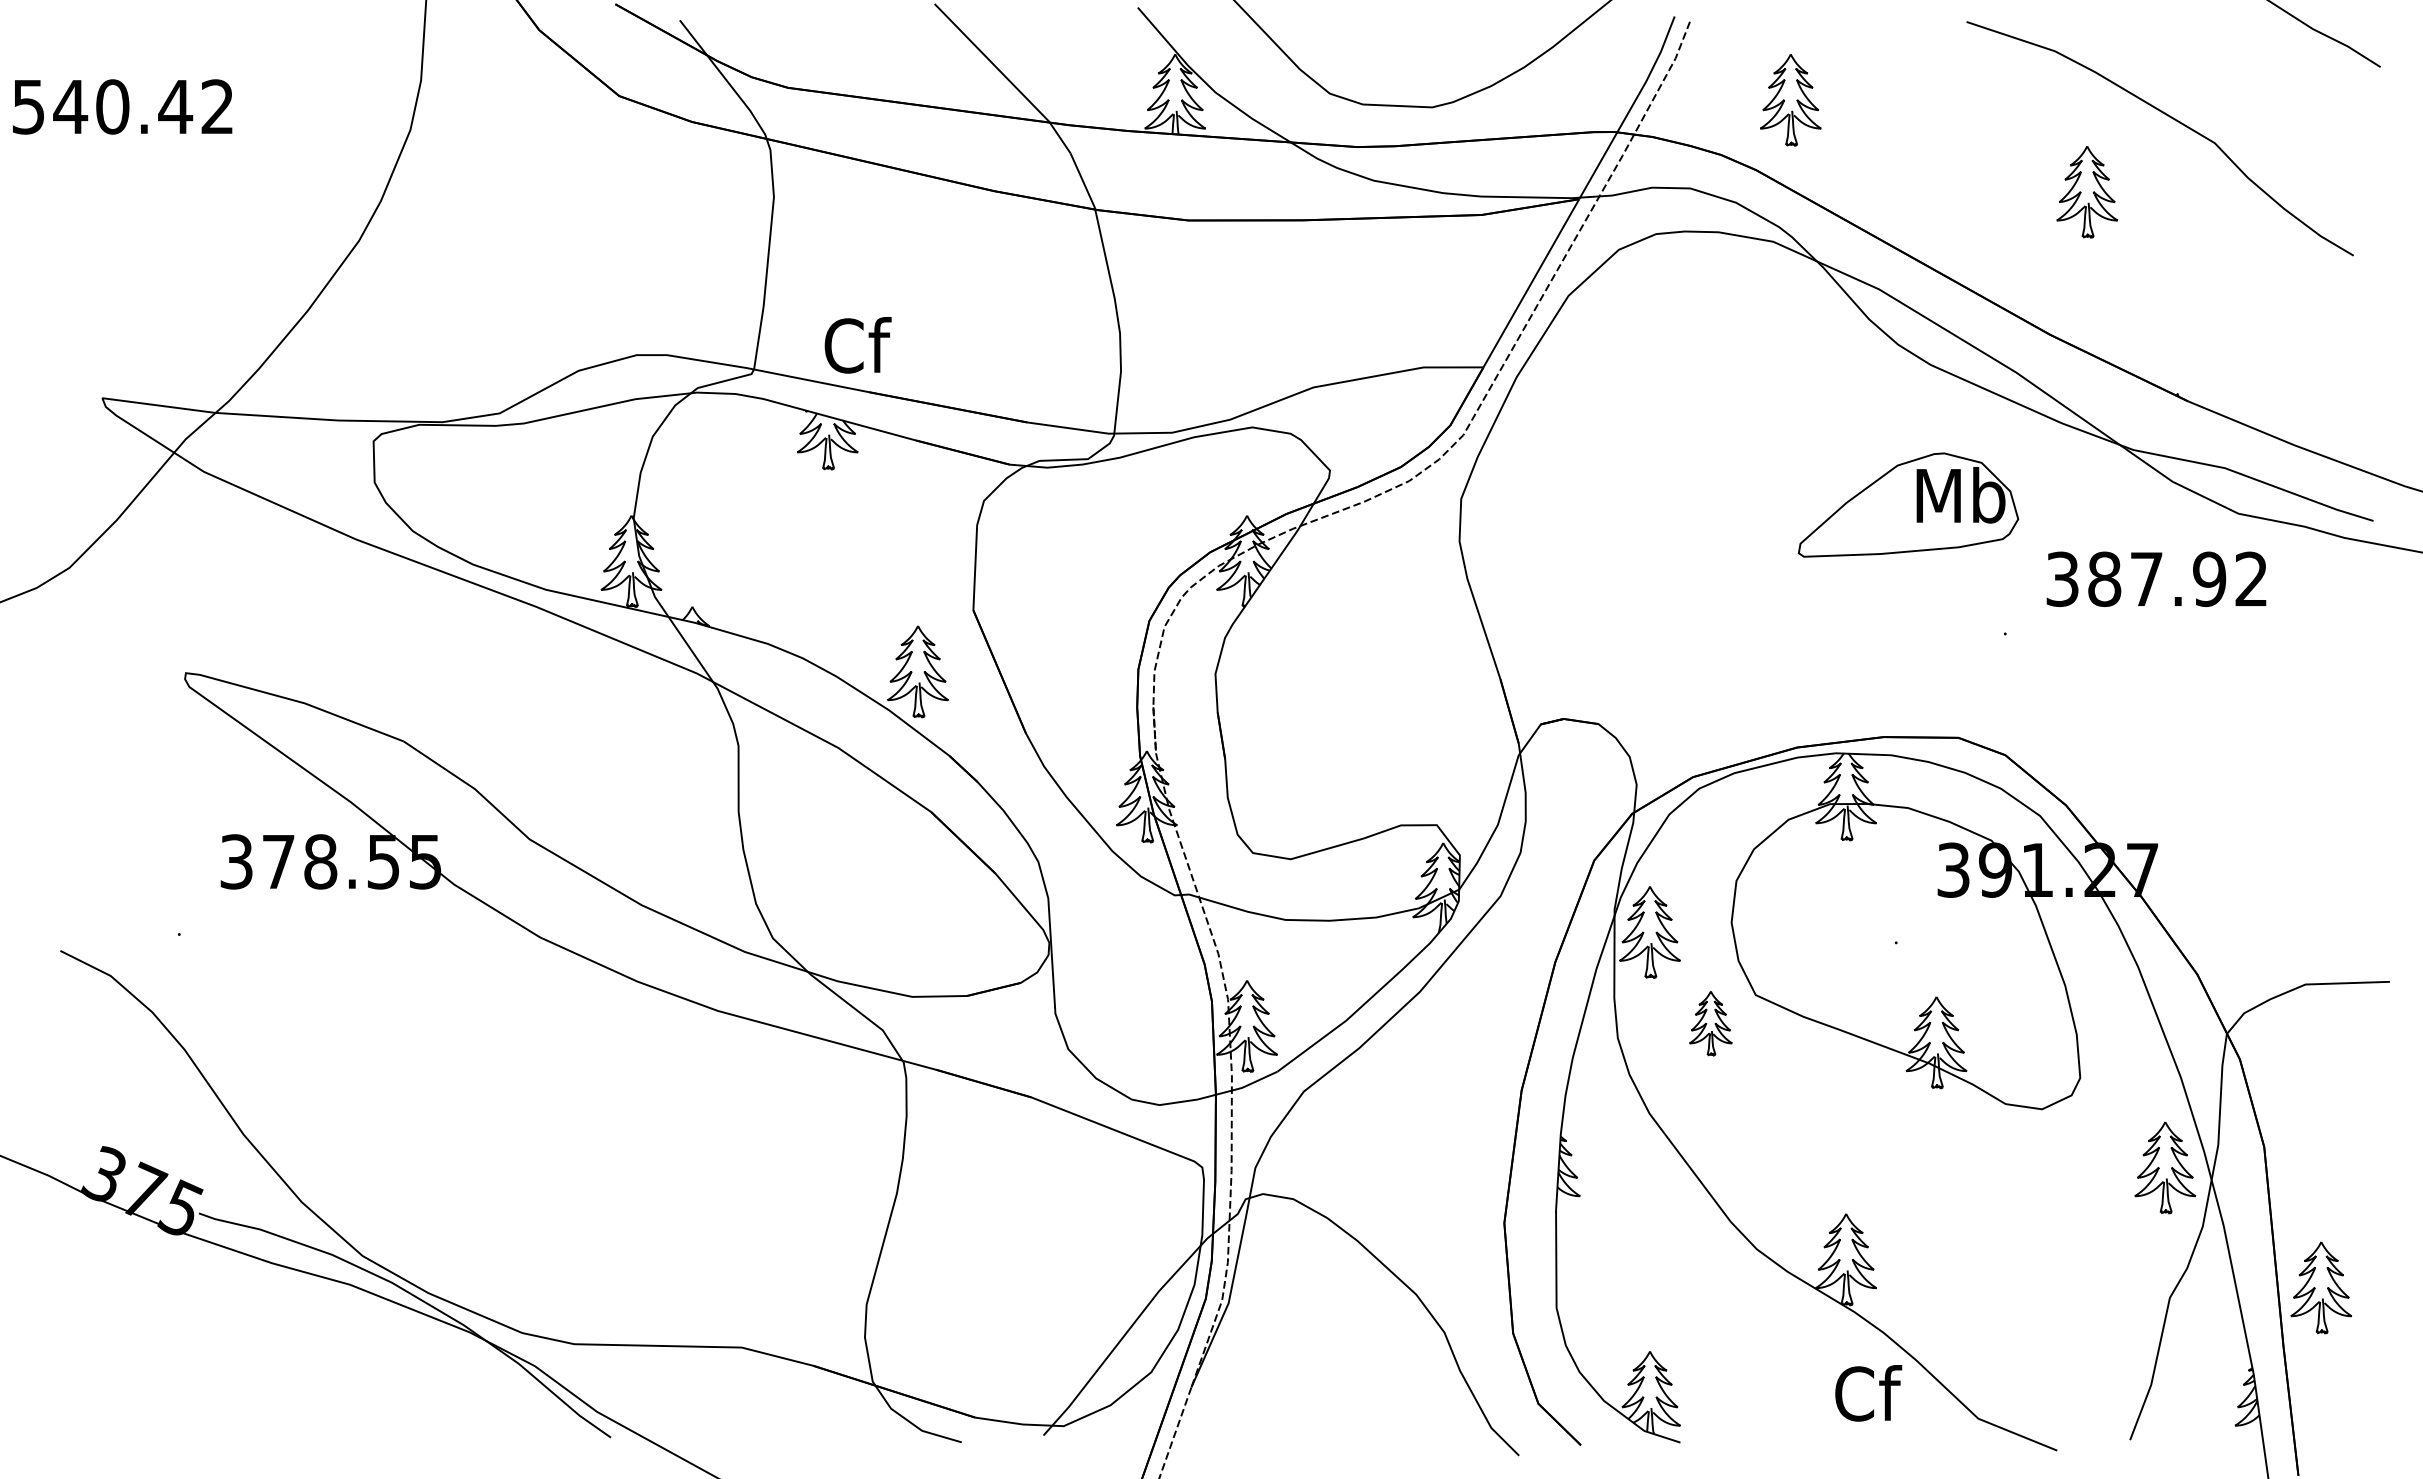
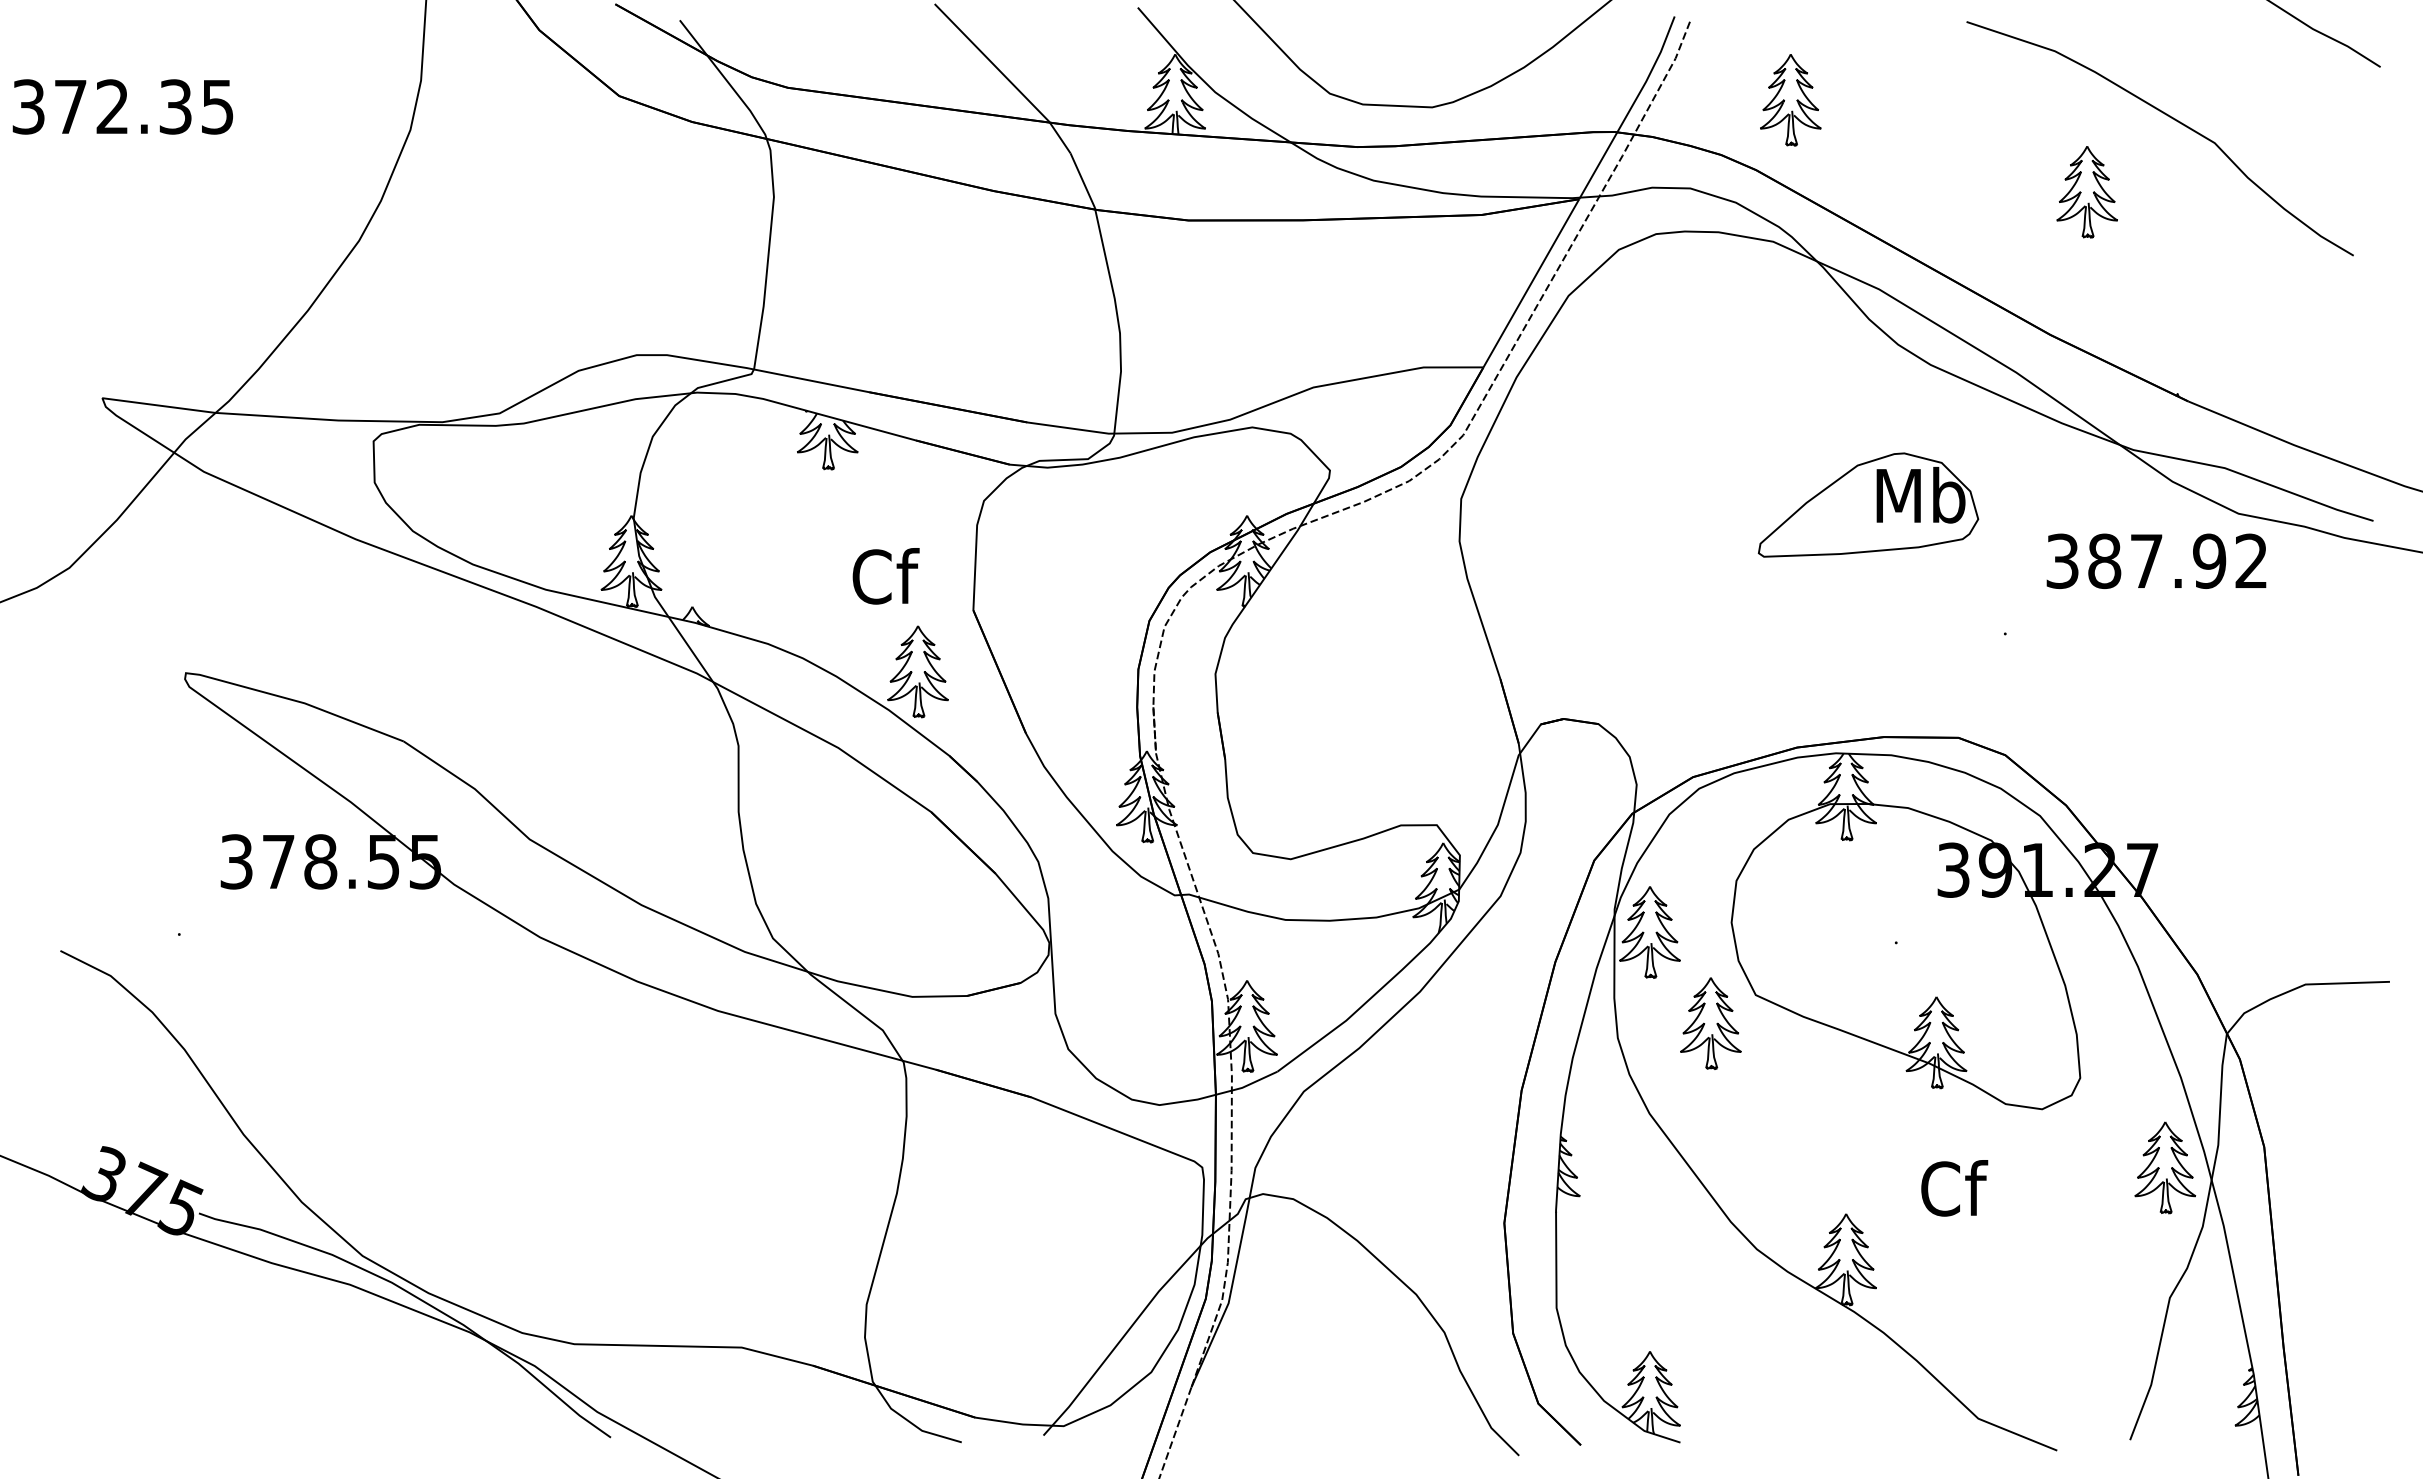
text at (123, 106): 540.42 -> 372.35
text at (857, 345) position: (857, 345) -> (885, 576)
part at (1908, 504) position: (1908, 504) -> (1868, 504)
text at (2156, 578) position: (2156, 578) -> (2156, 560)
part at (1710, 1023) size: 44x66 px -> 62x93 px
part at (2321, 1287): present -> none
text at (1868, 1393) position: (1868, 1393) -> (1954, 1188)
